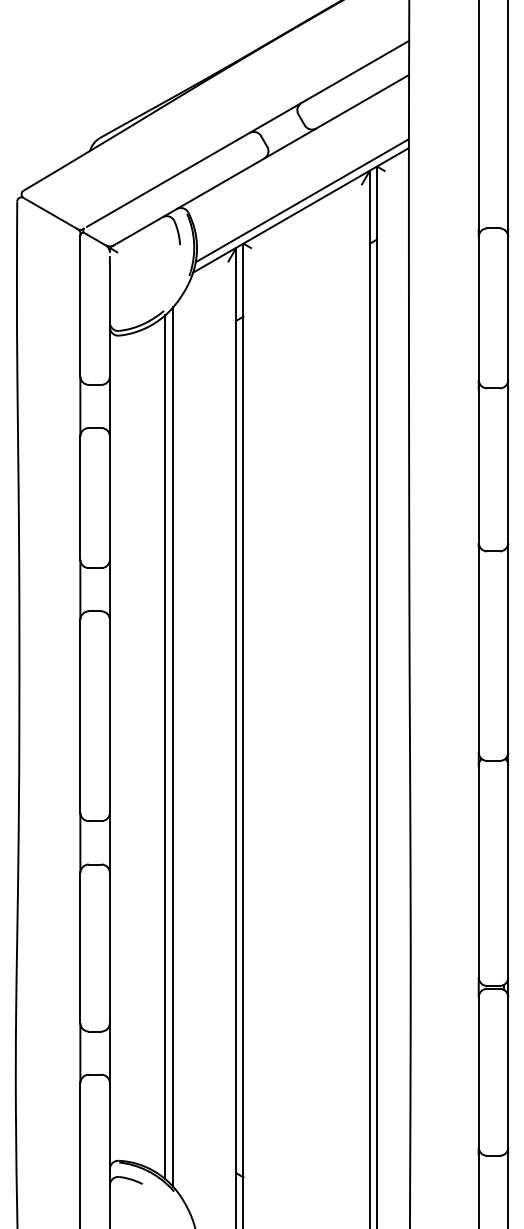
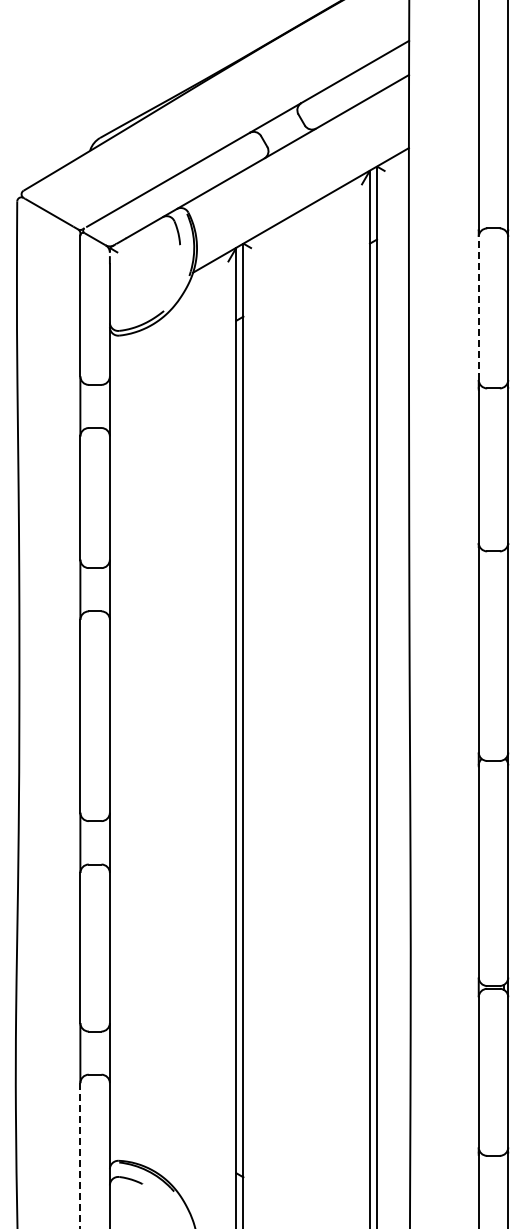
line at (301, 200): present -> none
line at (478, 308): solid -> dashed
line at (173, 746): present -> none
line at (165, 747): present -> none
line at (80, 1155): solid -> dashed
